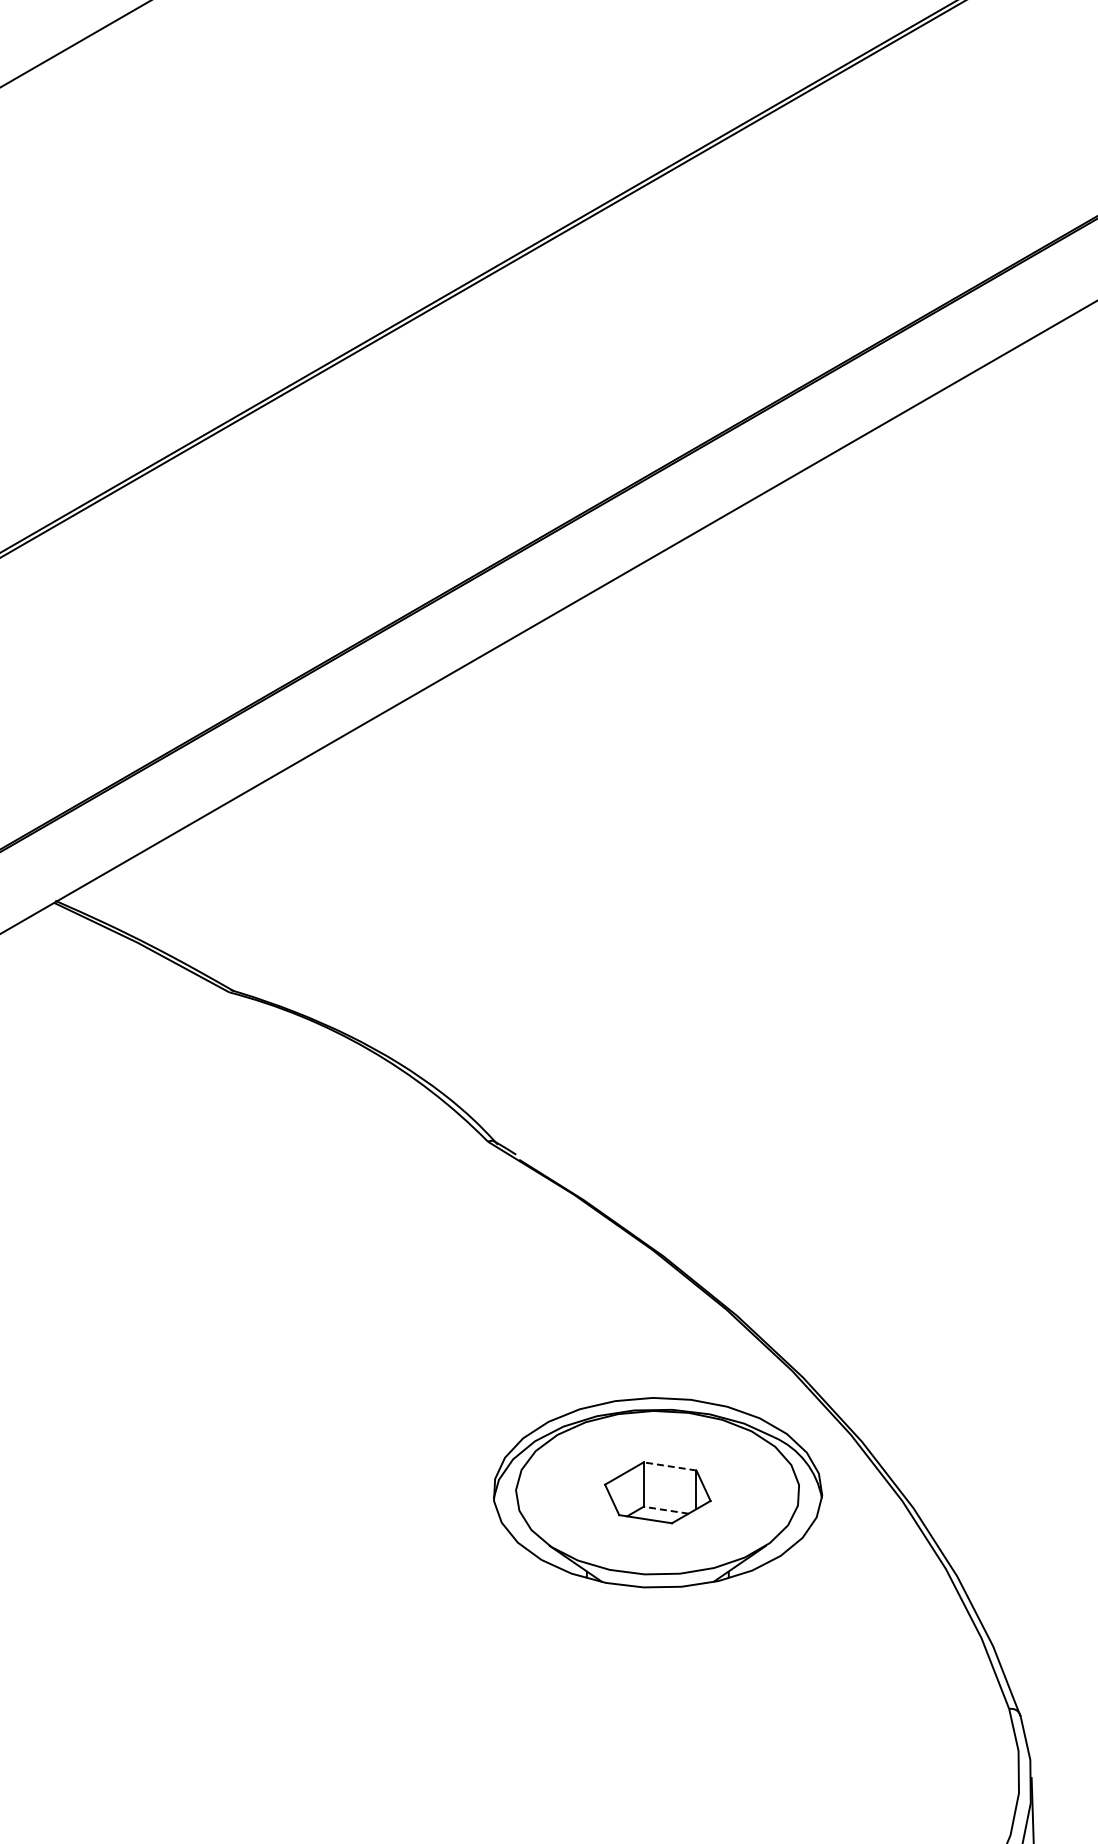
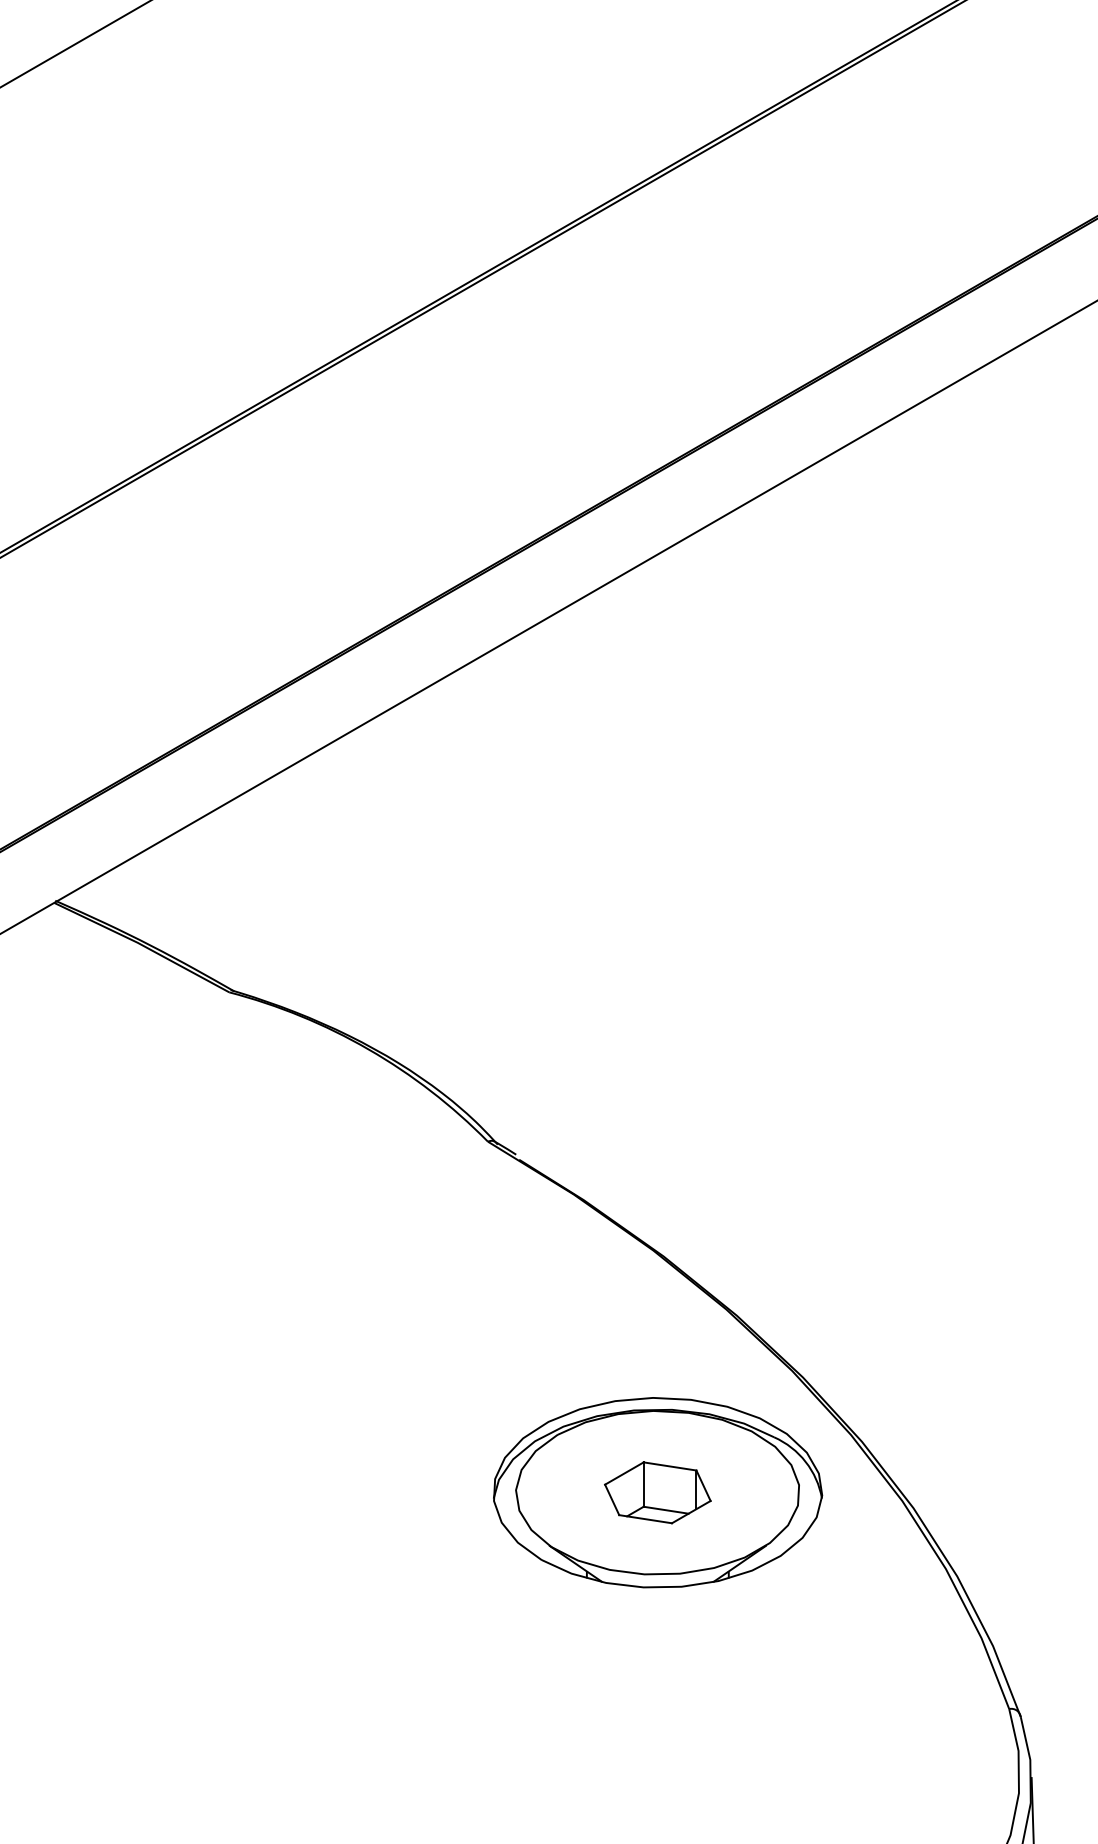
line at (670, 1466): dashed -> solid
line at (666, 1510): dashed -> solid
